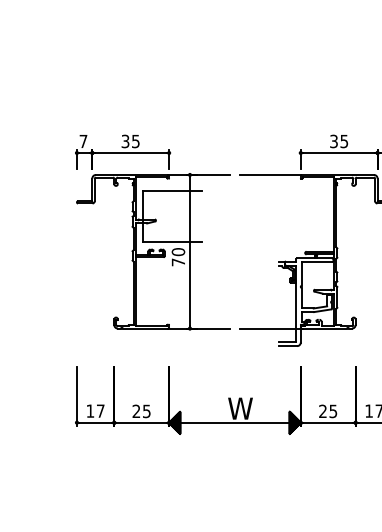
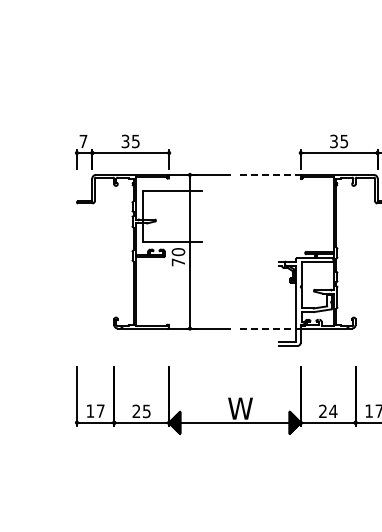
line at (270, 174): solid -> dashed
line at (271, 328): solid -> dashed
text at (333, 411): 25 -> 24
